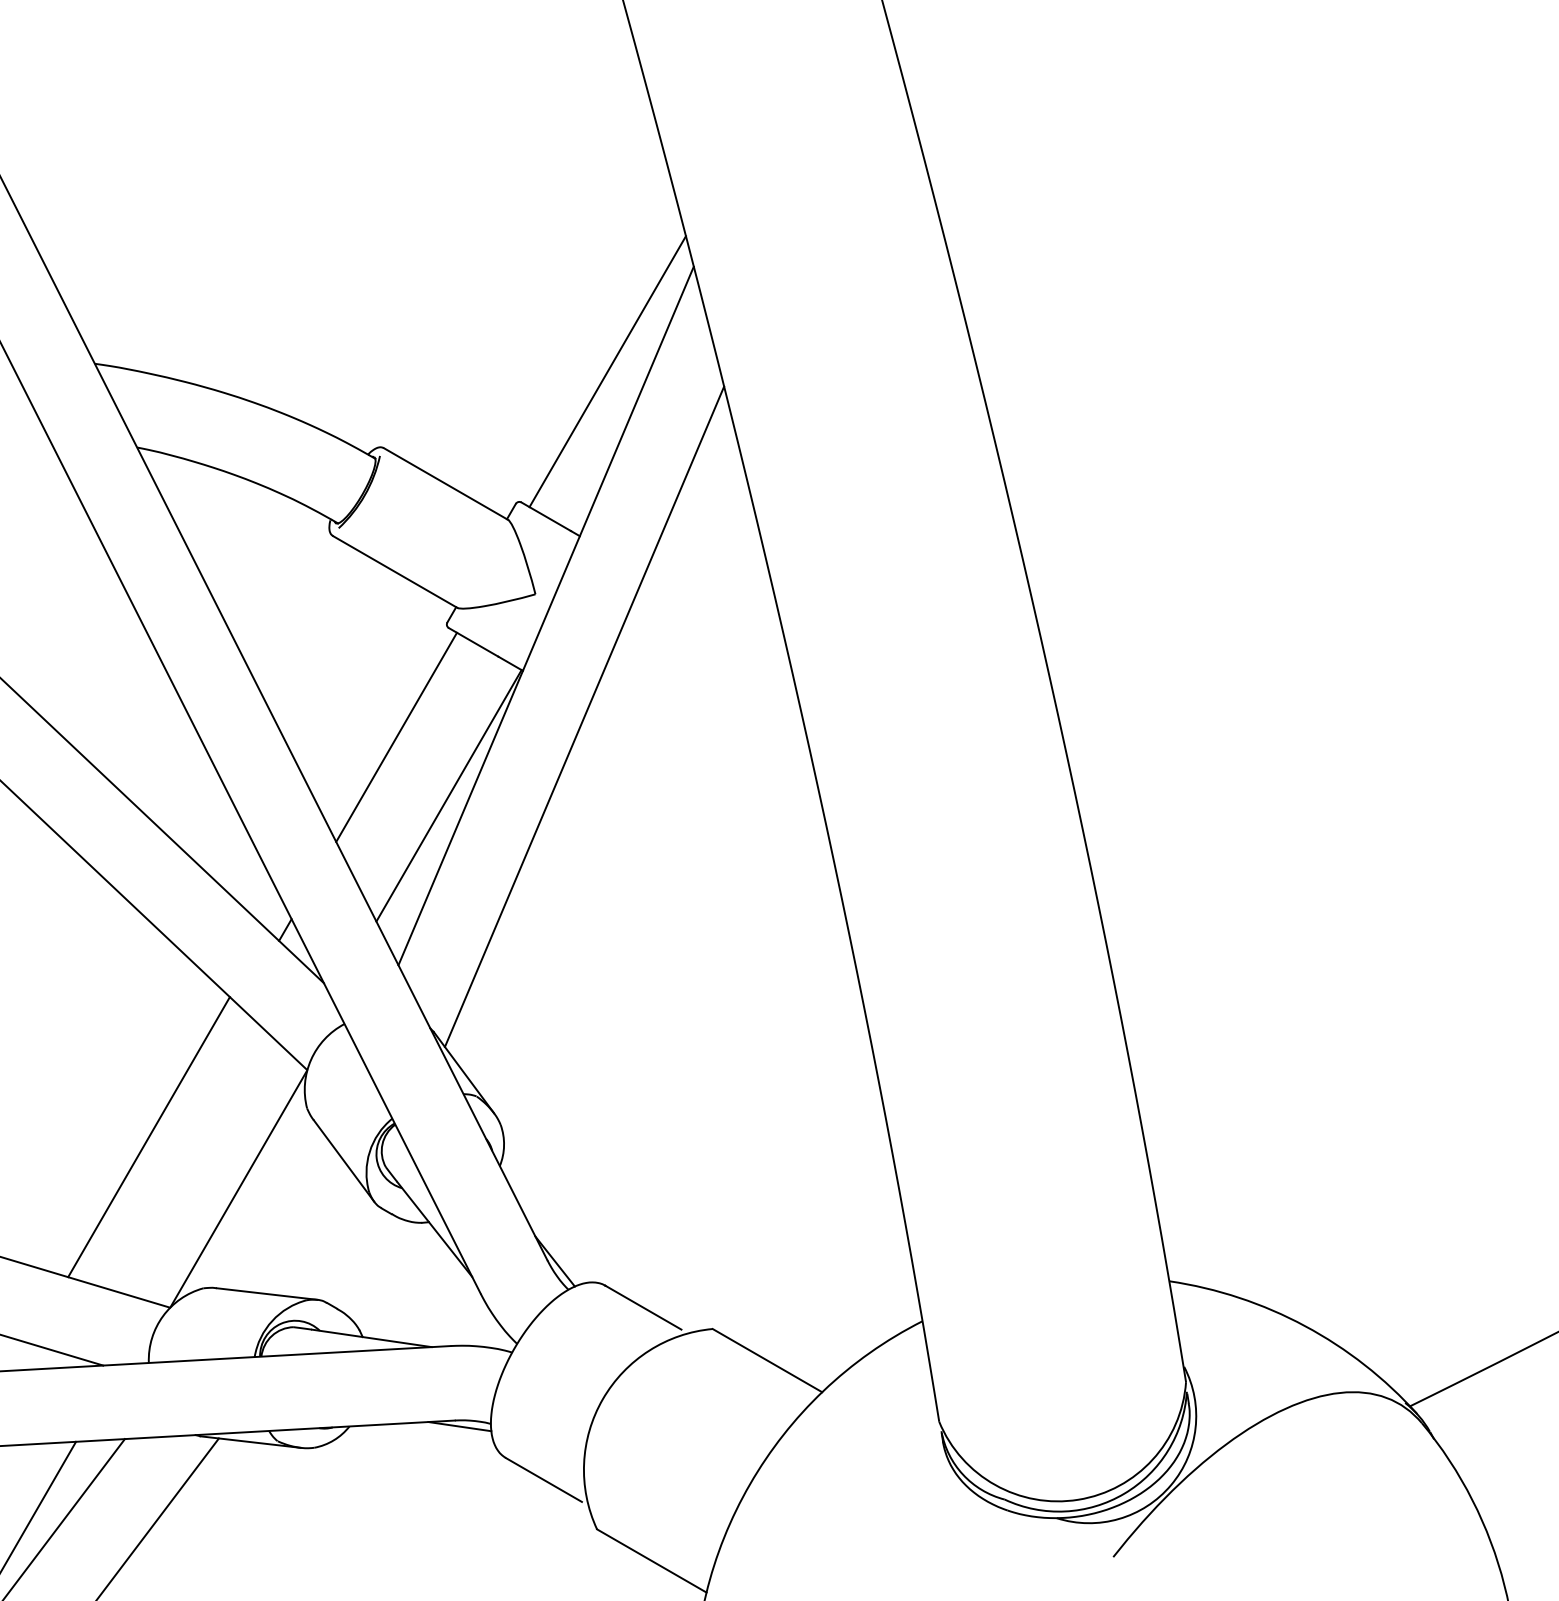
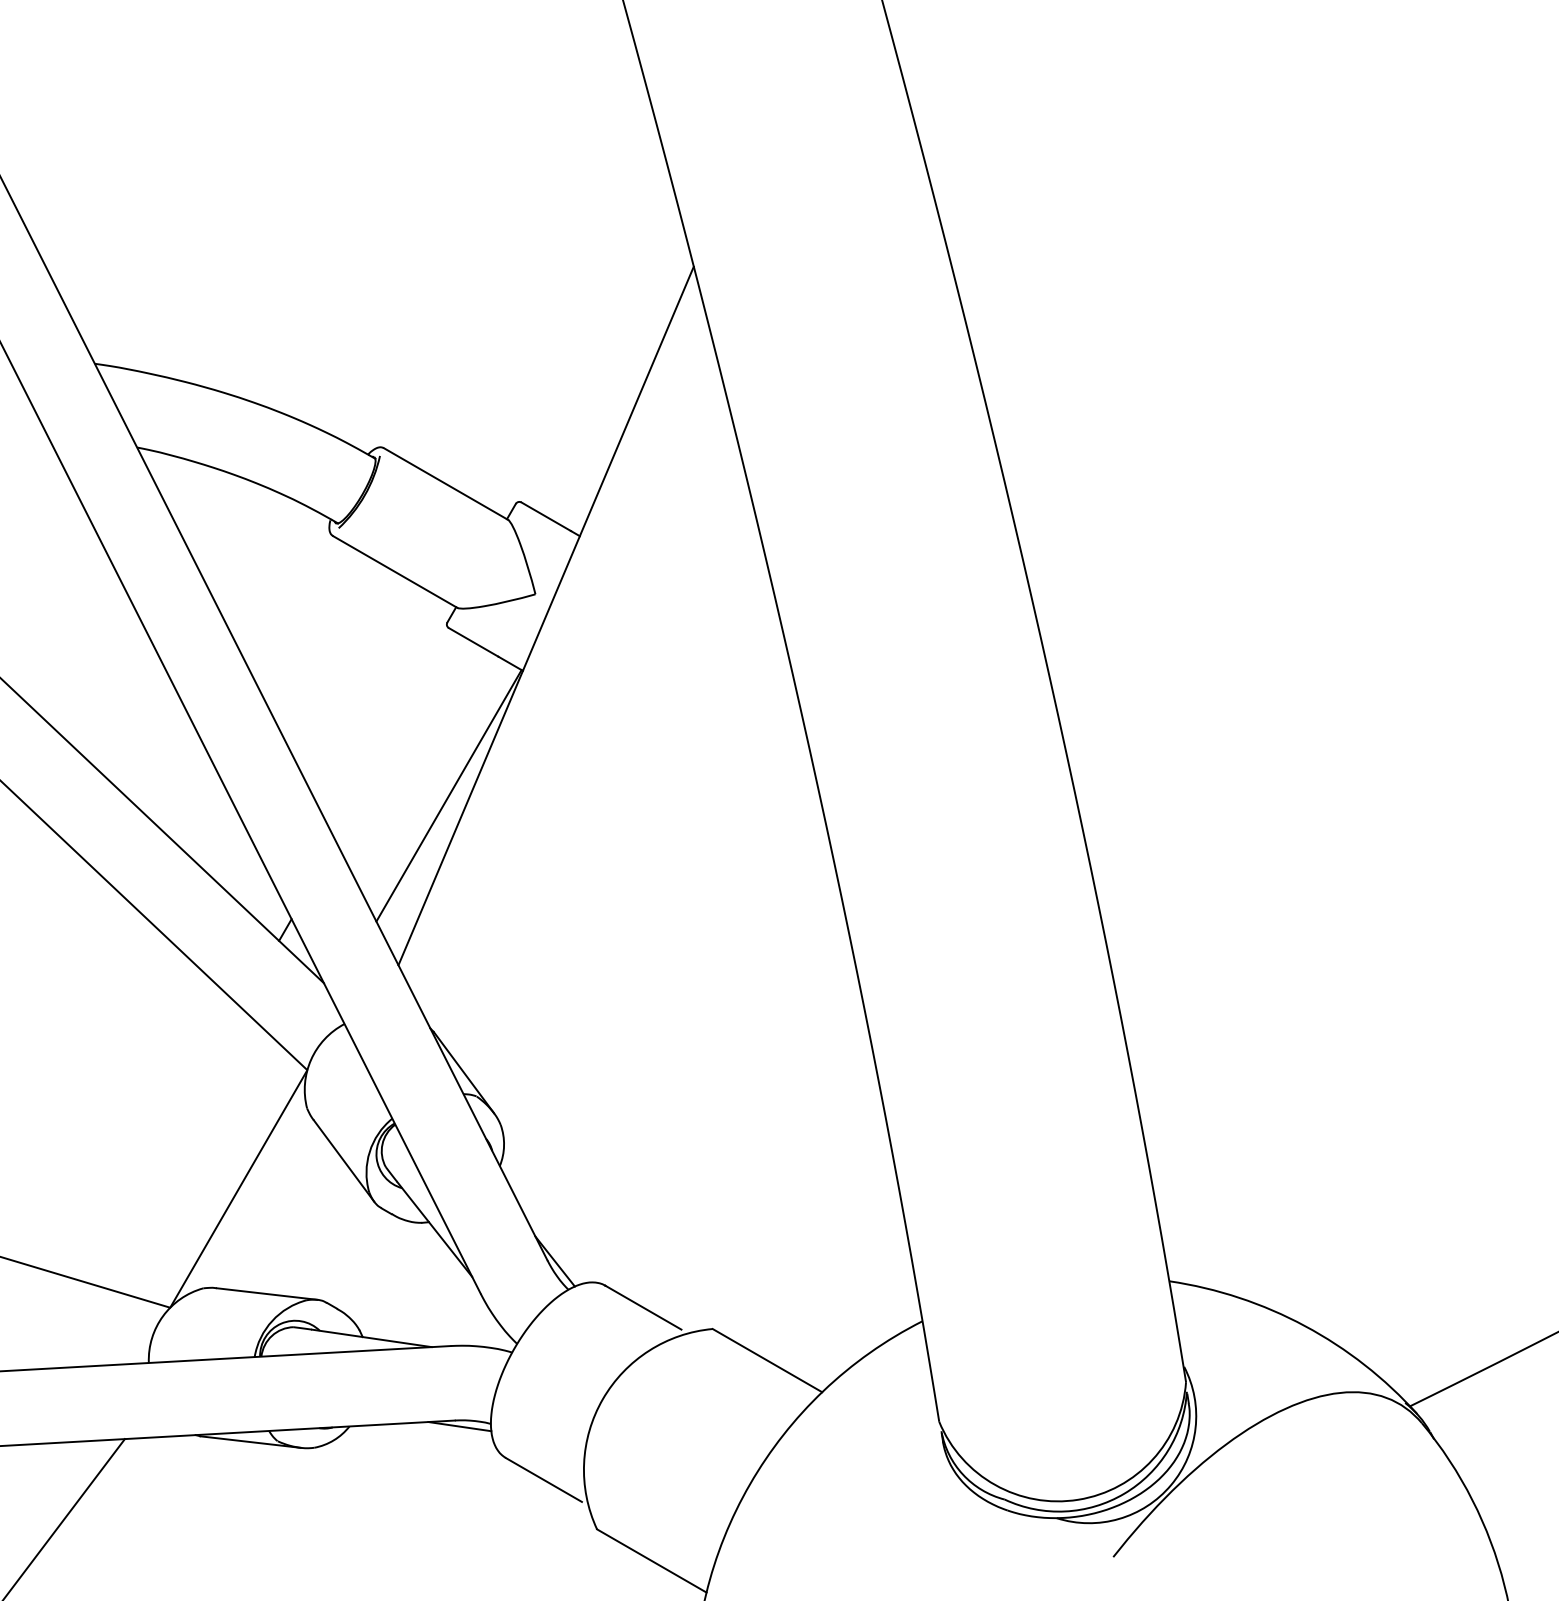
line at (607, 371): present -> none
line at (584, 716): present -> none
line at (396, 736): present -> none
line at (148, 1137): present -> none
line at (52, 1350): present -> none
line at (39, 1505): present -> none
line at (158, 1517): present -> none
